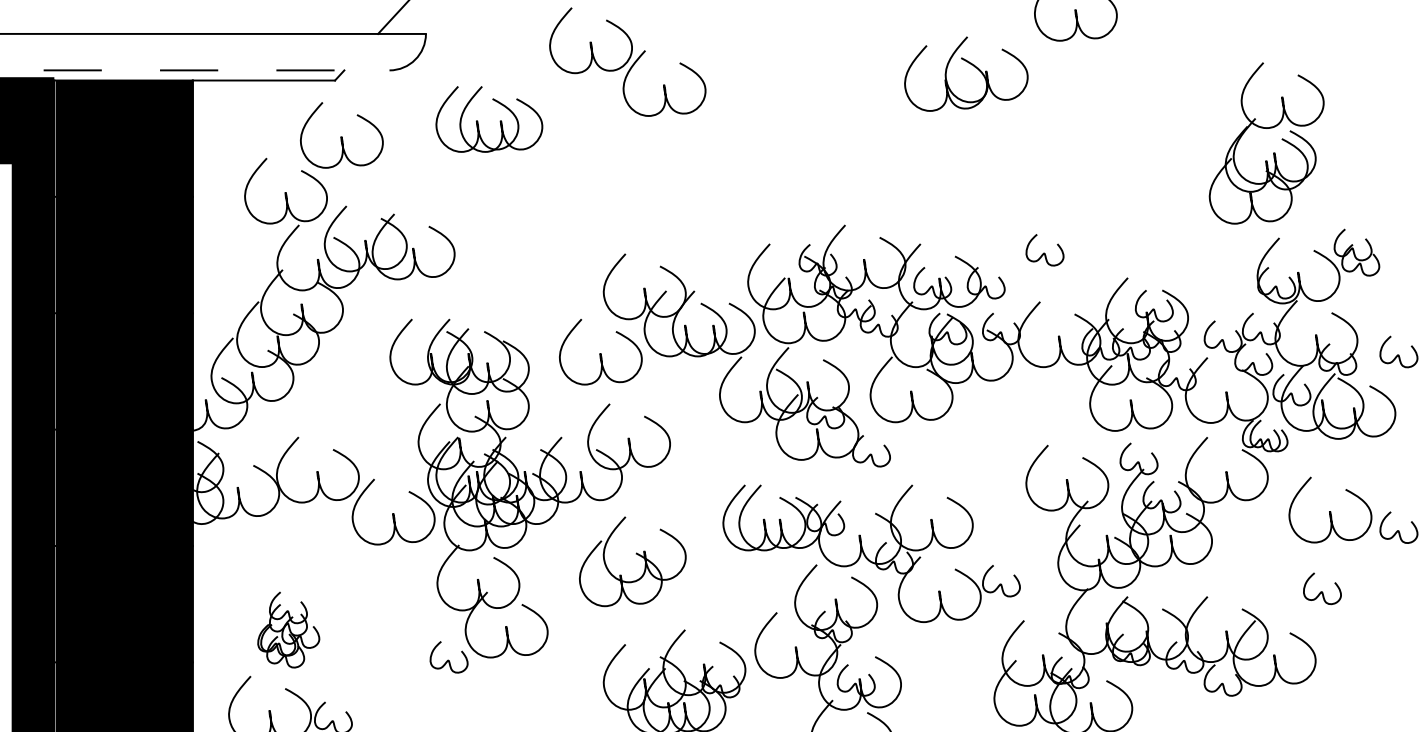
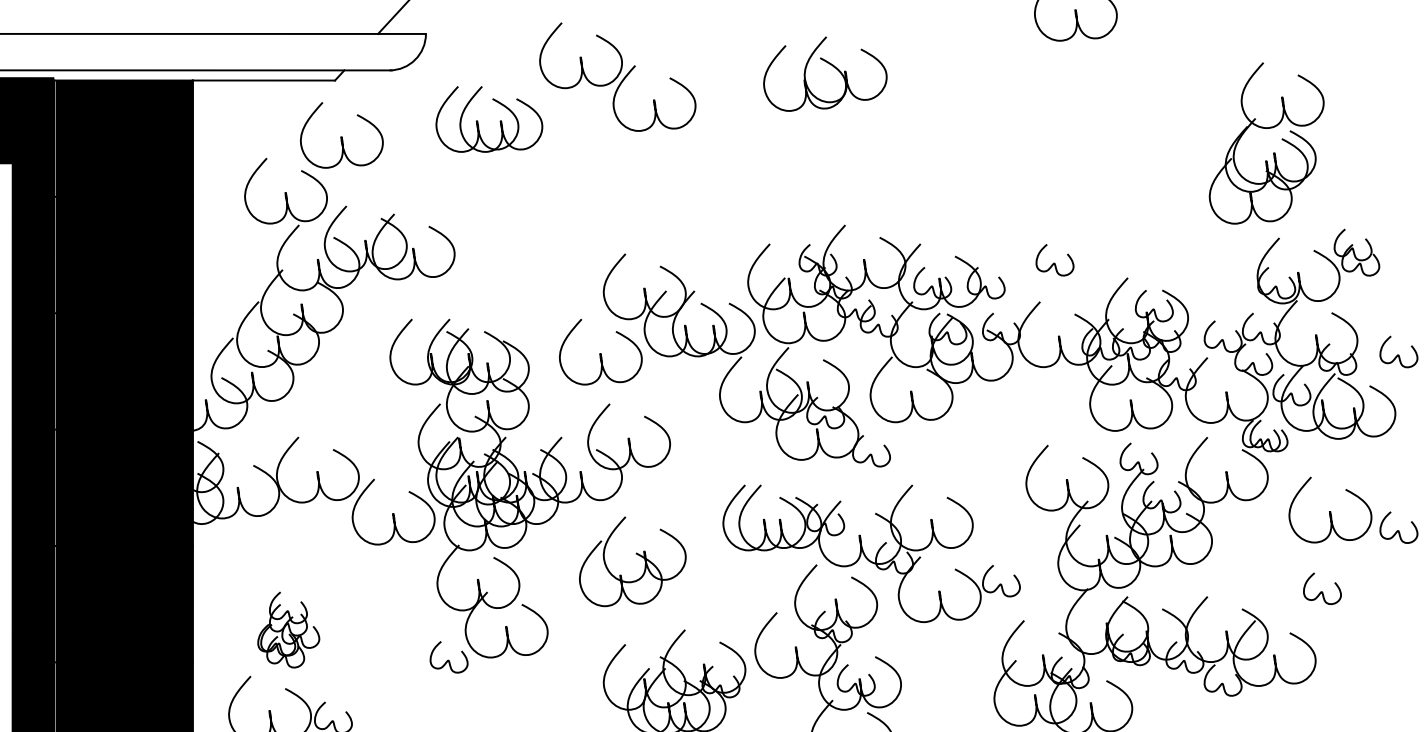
part at (627, 61) position: (627, 61) -> (617, 76)
part at (971, 65) position: (971, 65) -> (830, 65)
line at (196, 70): dashed -> solid
curve at (1044, 252) position: (1044, 252) -> (1054, 262)
